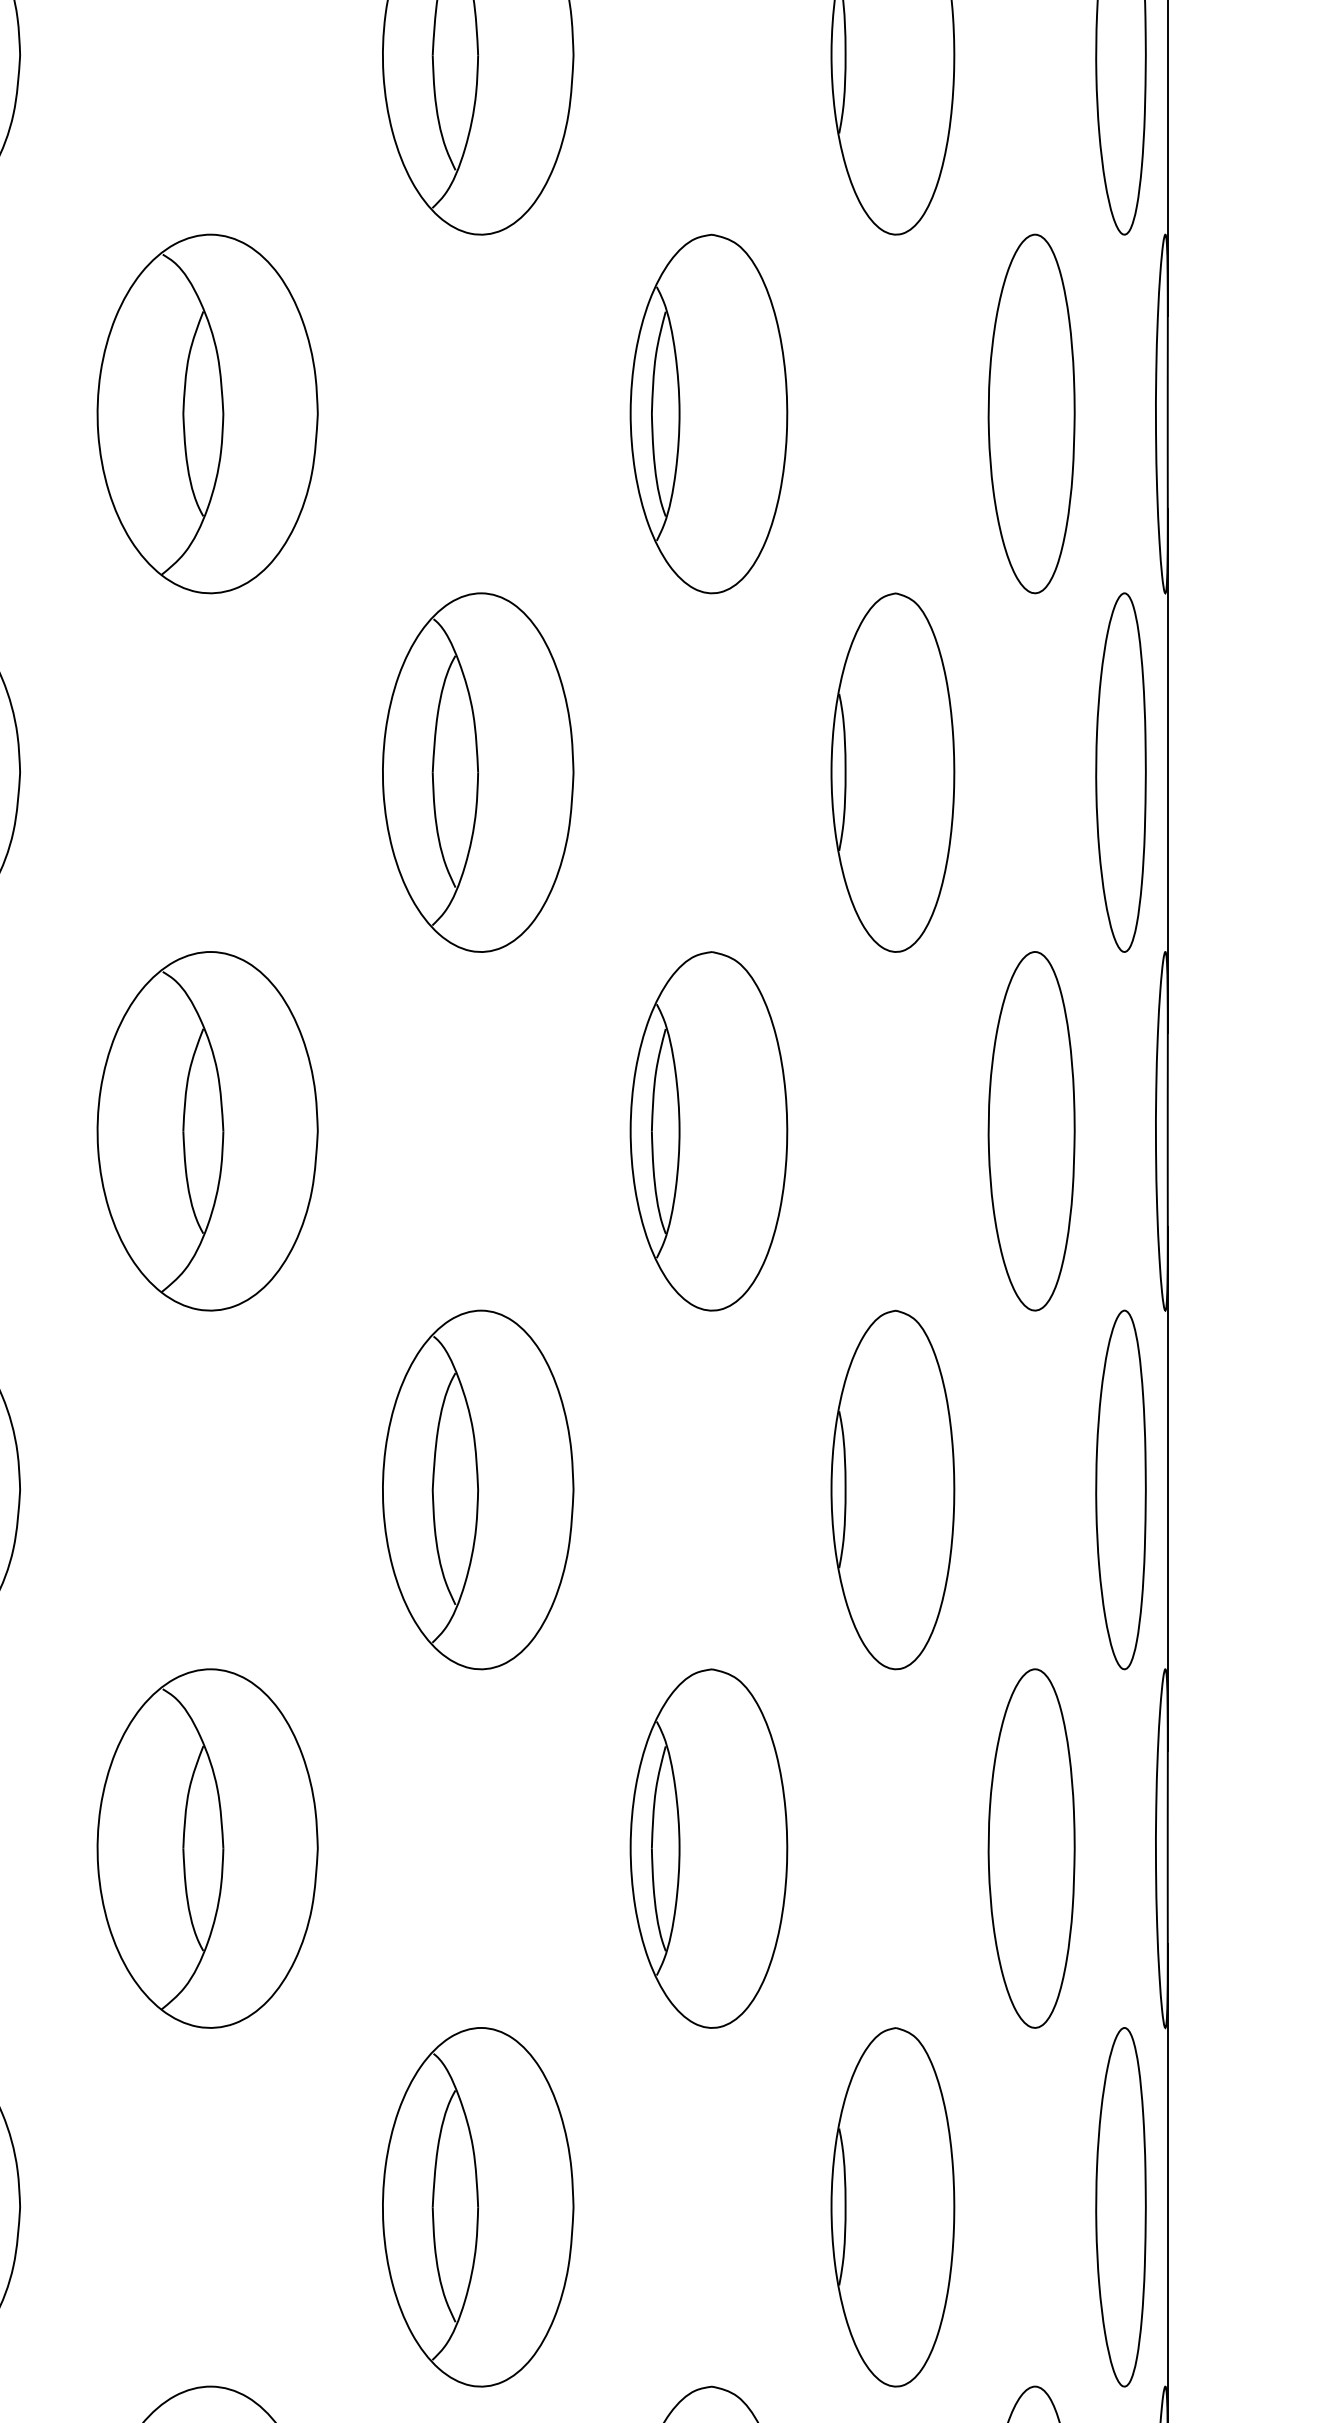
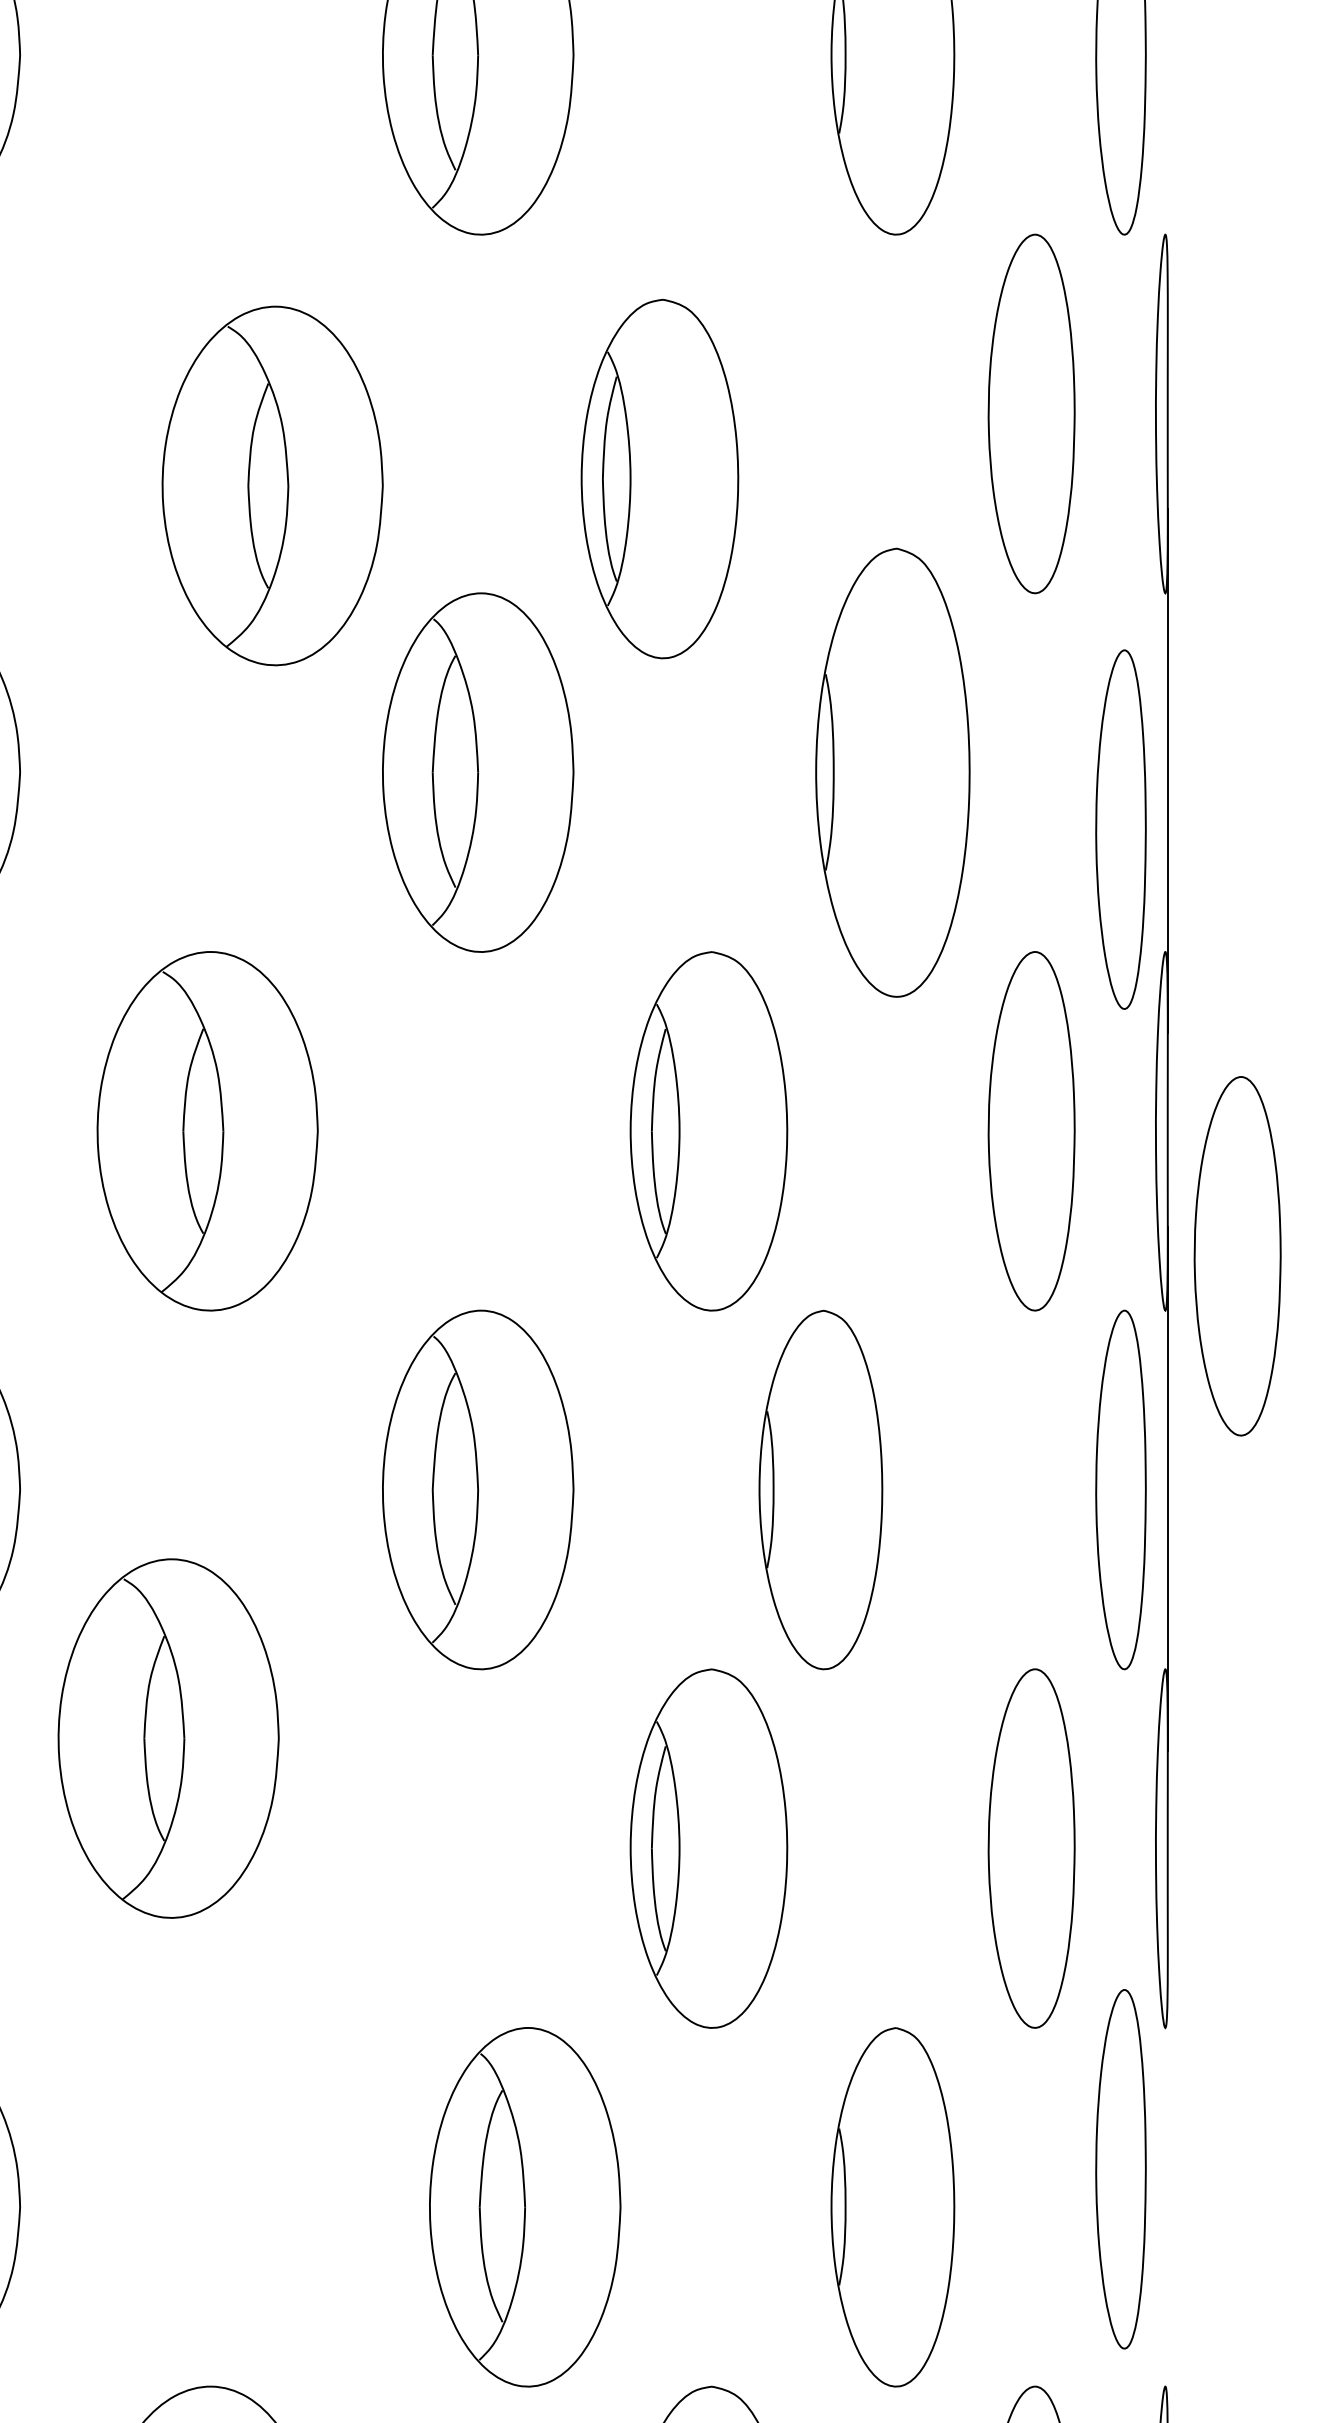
line at (1167, 159): present -> none
part at (207, 413) position: (207, 413) -> (272, 485)
part at (708, 413) position: (708, 413) -> (659, 478)
part at (892, 772) size: 126x361 px -> 156x451 px
part at (1120, 772) position: (1120, 772) -> (1120, 829)
part at (1237, 1256): none -> present
part at (892, 1489) position: (892, 1489) -> (820, 1489)
part at (207, 1848) position: (207, 1848) -> (168, 1738)
line at (1167, 2181): present -> none
part at (478, 2207) position: (478, 2207) -> (525, 2207)
part at (1120, 2207) position: (1120, 2207) -> (1120, 2169)
